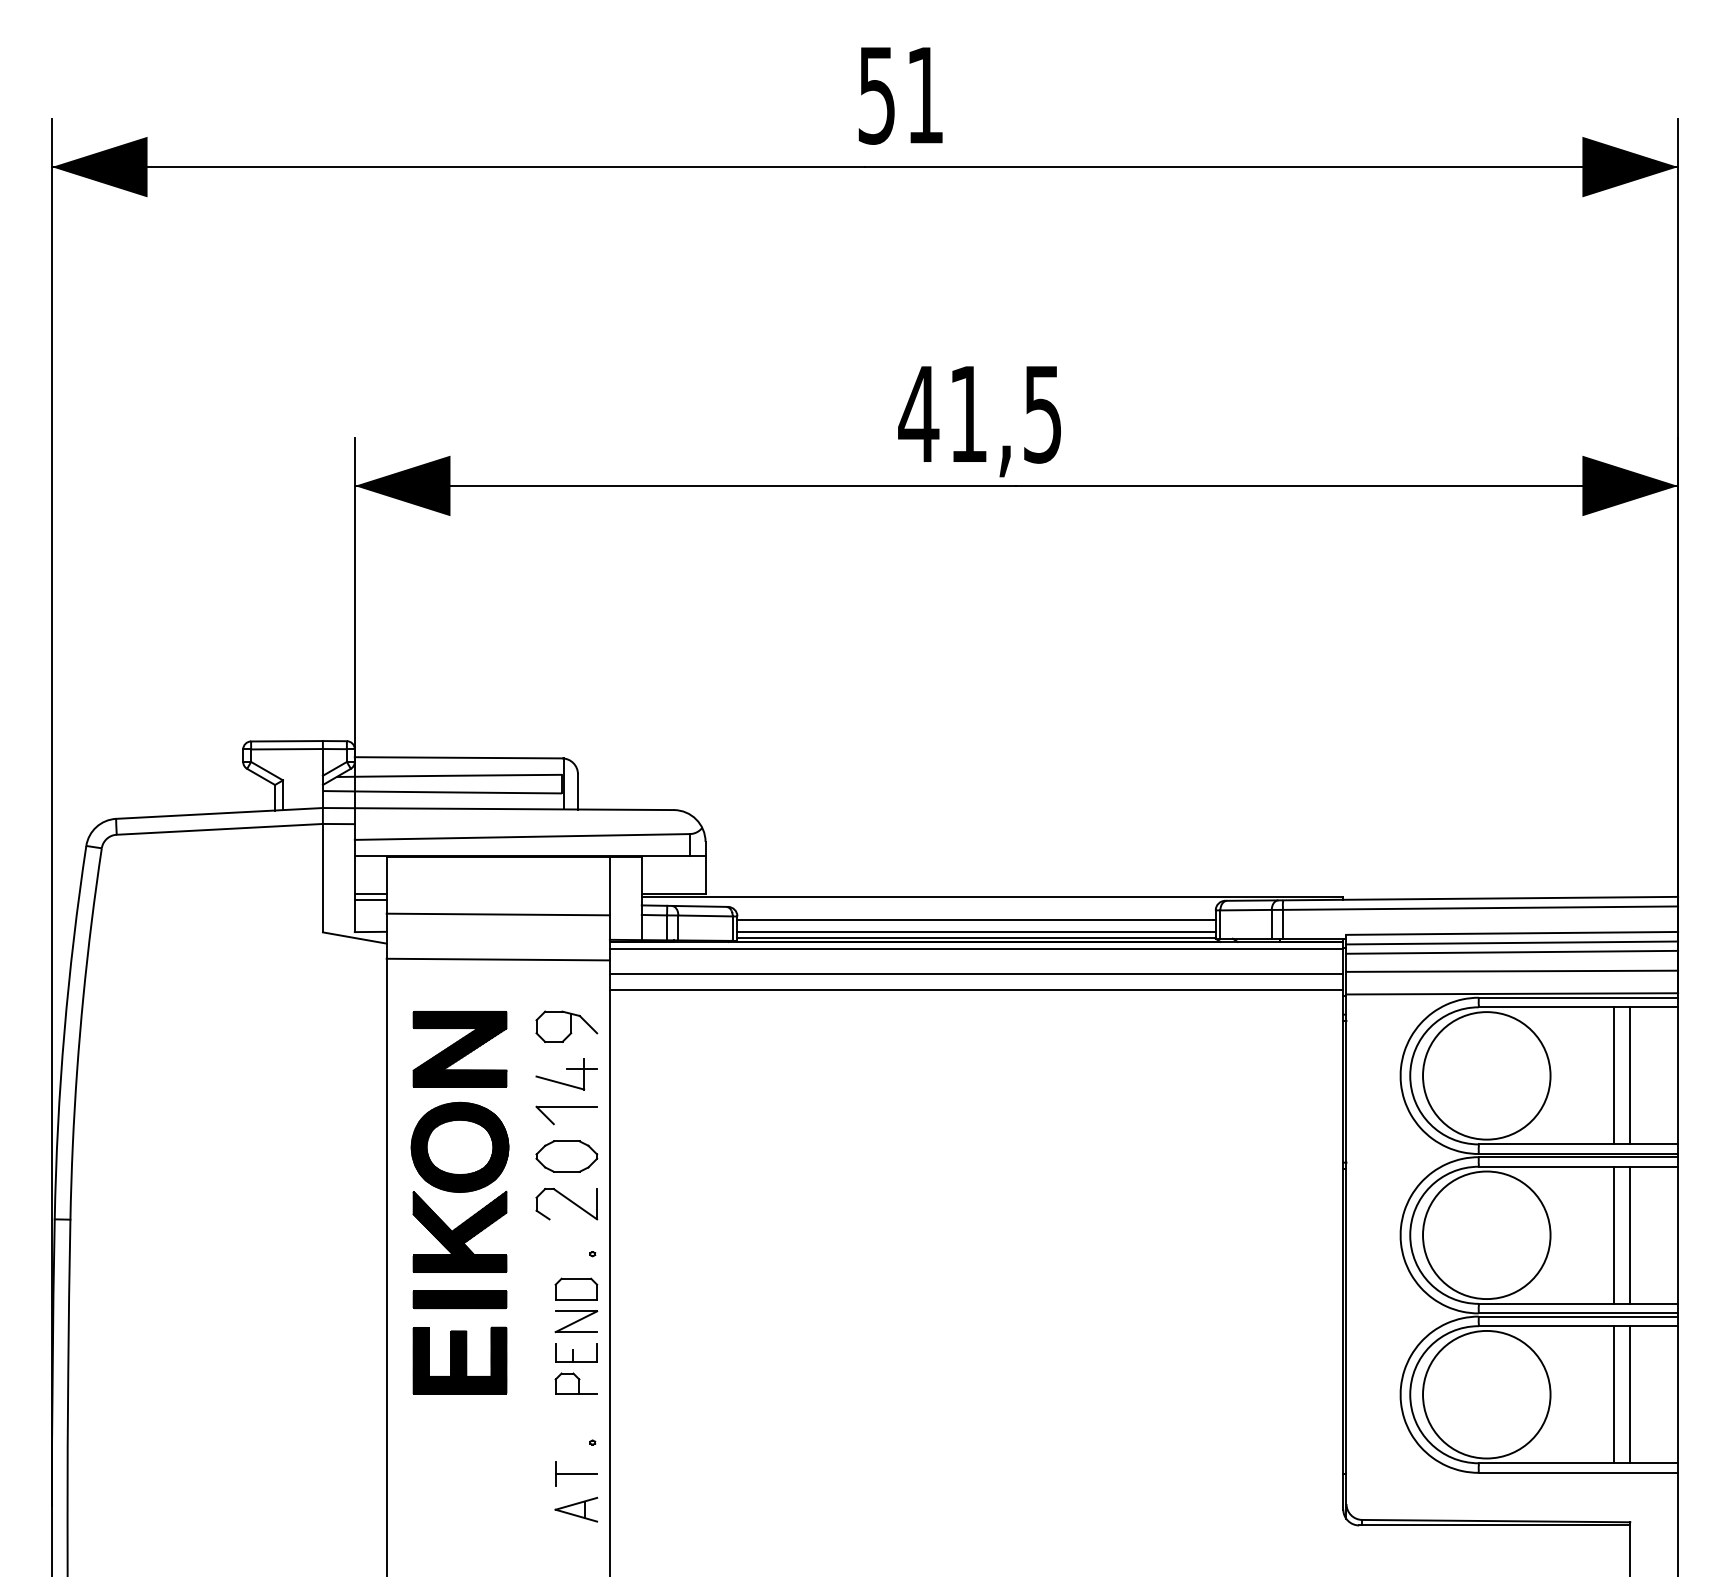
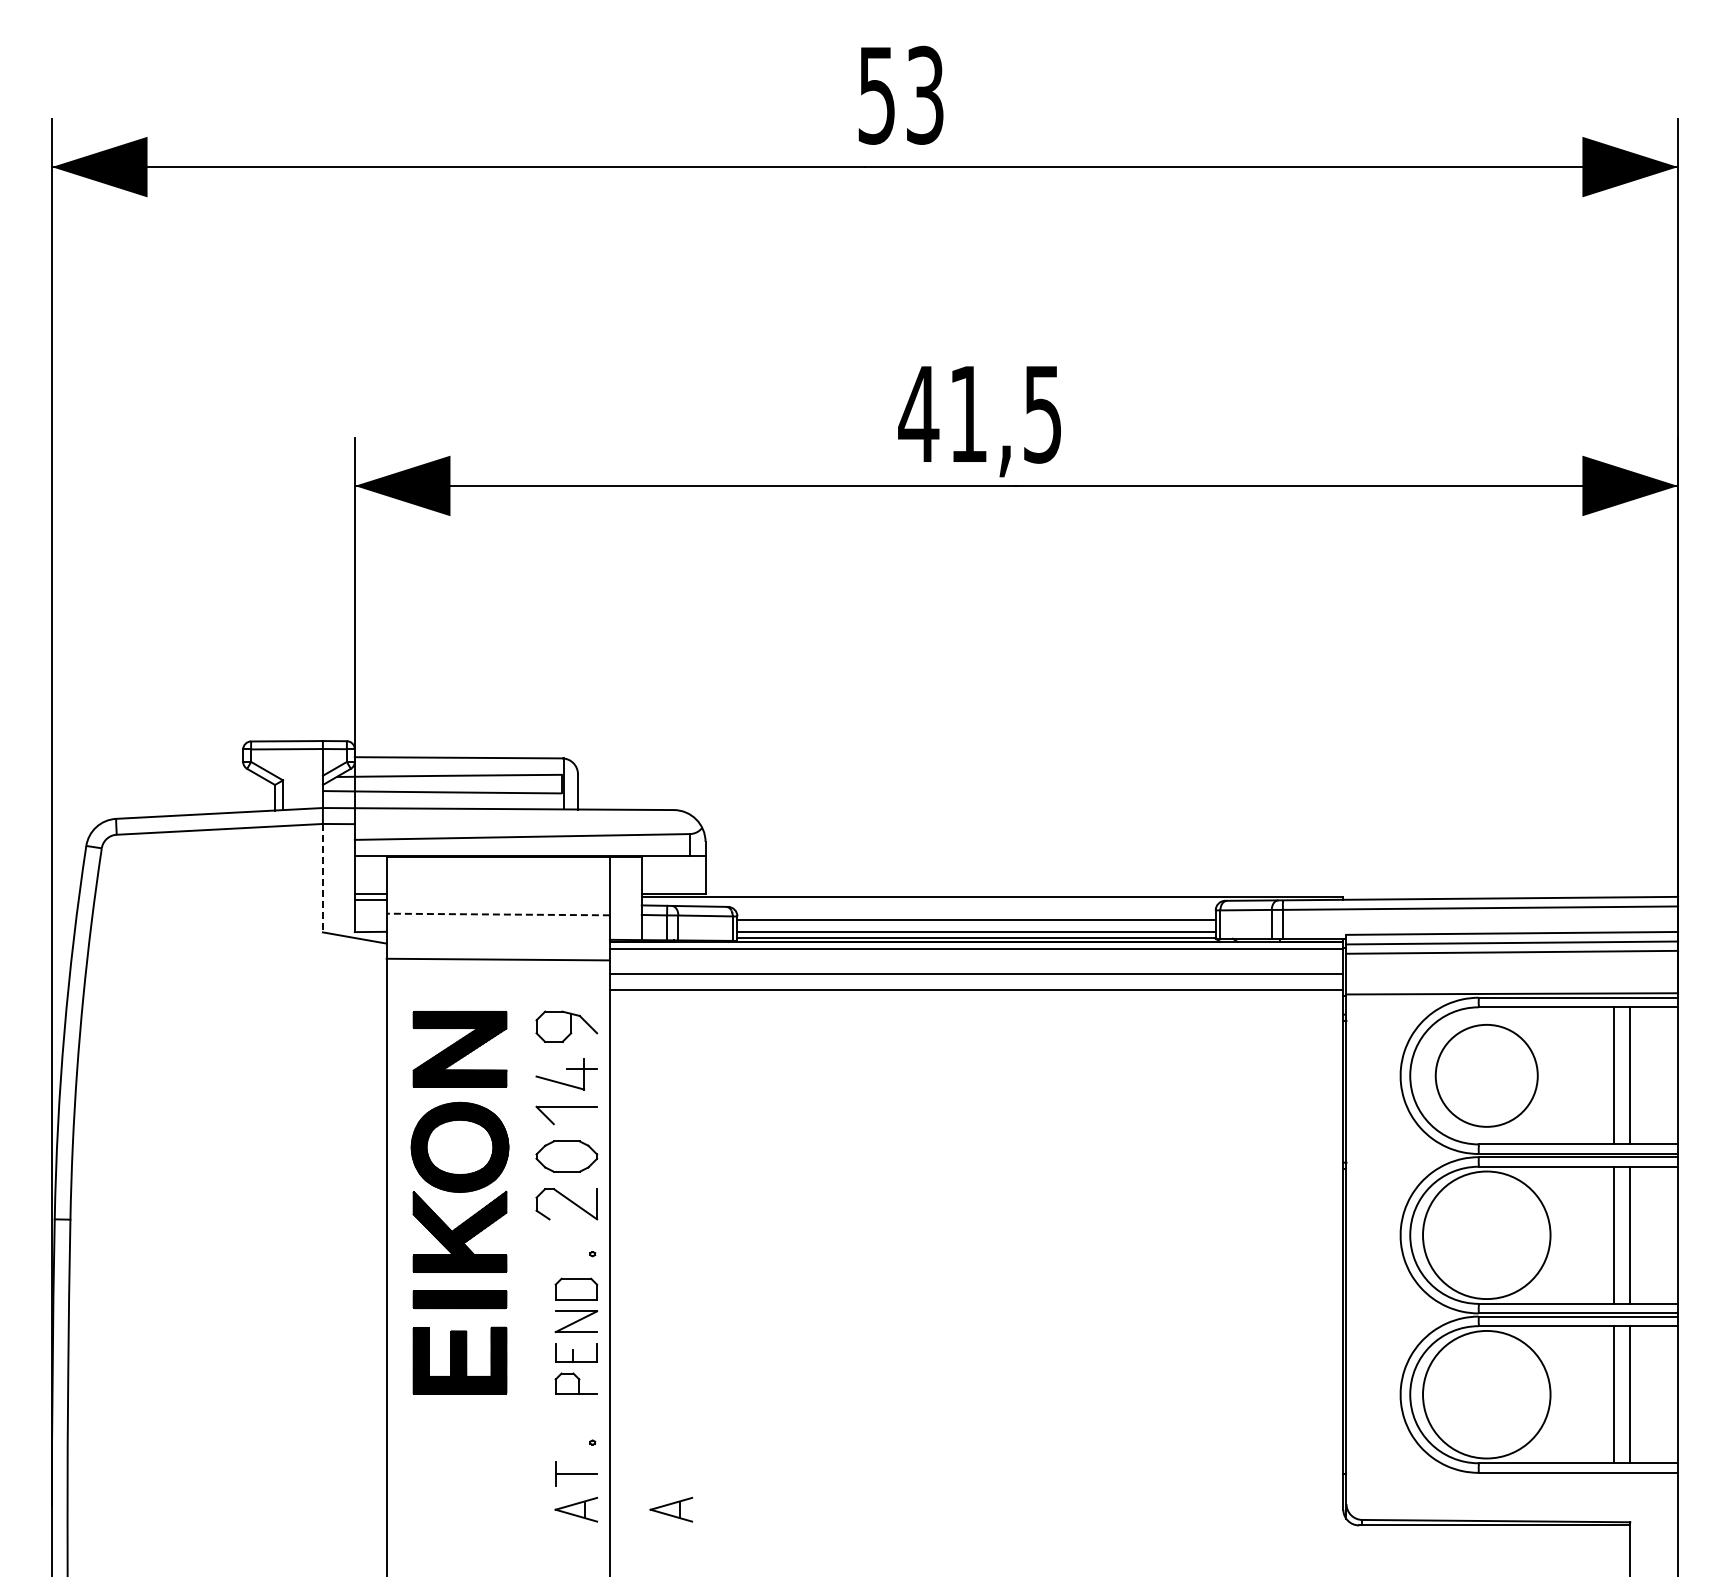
text at (925, 94): 51 -> 53
line at (322, 878): solid -> dashed
line at (498, 914): solid -> dashed
line at (1512, 970): present -> none
circle at (1486, 1075) diameter: 128 px -> 102 px
part at (671, 1509): none -> present
